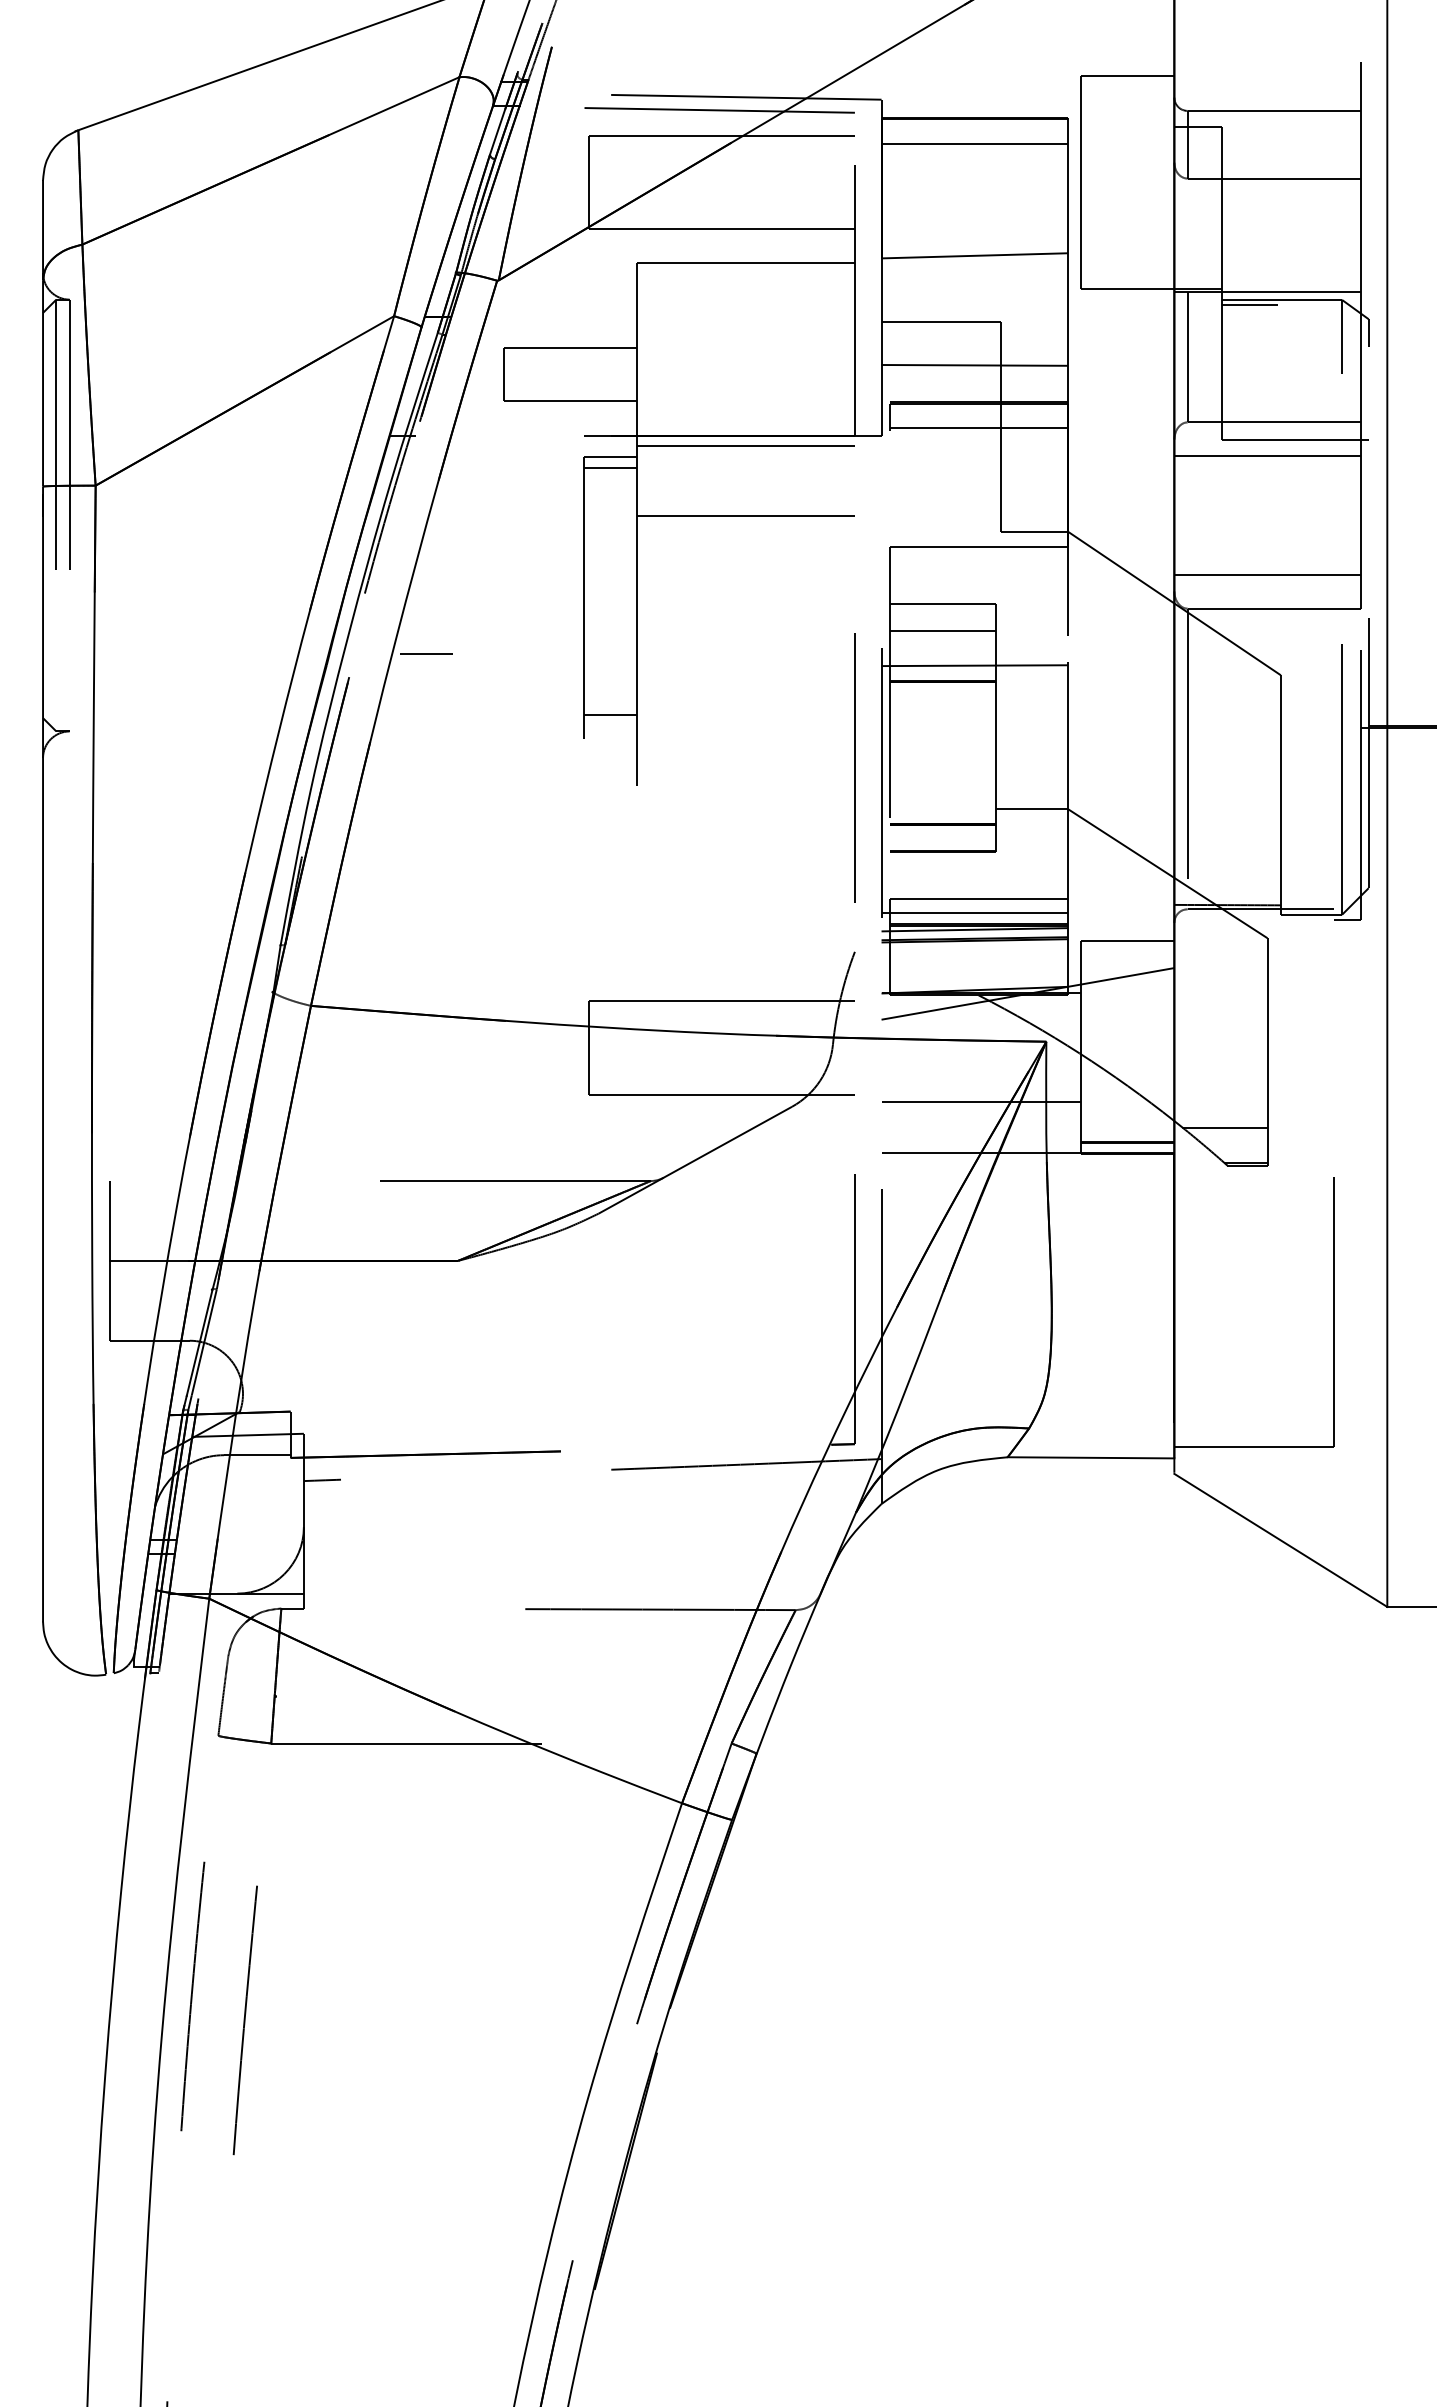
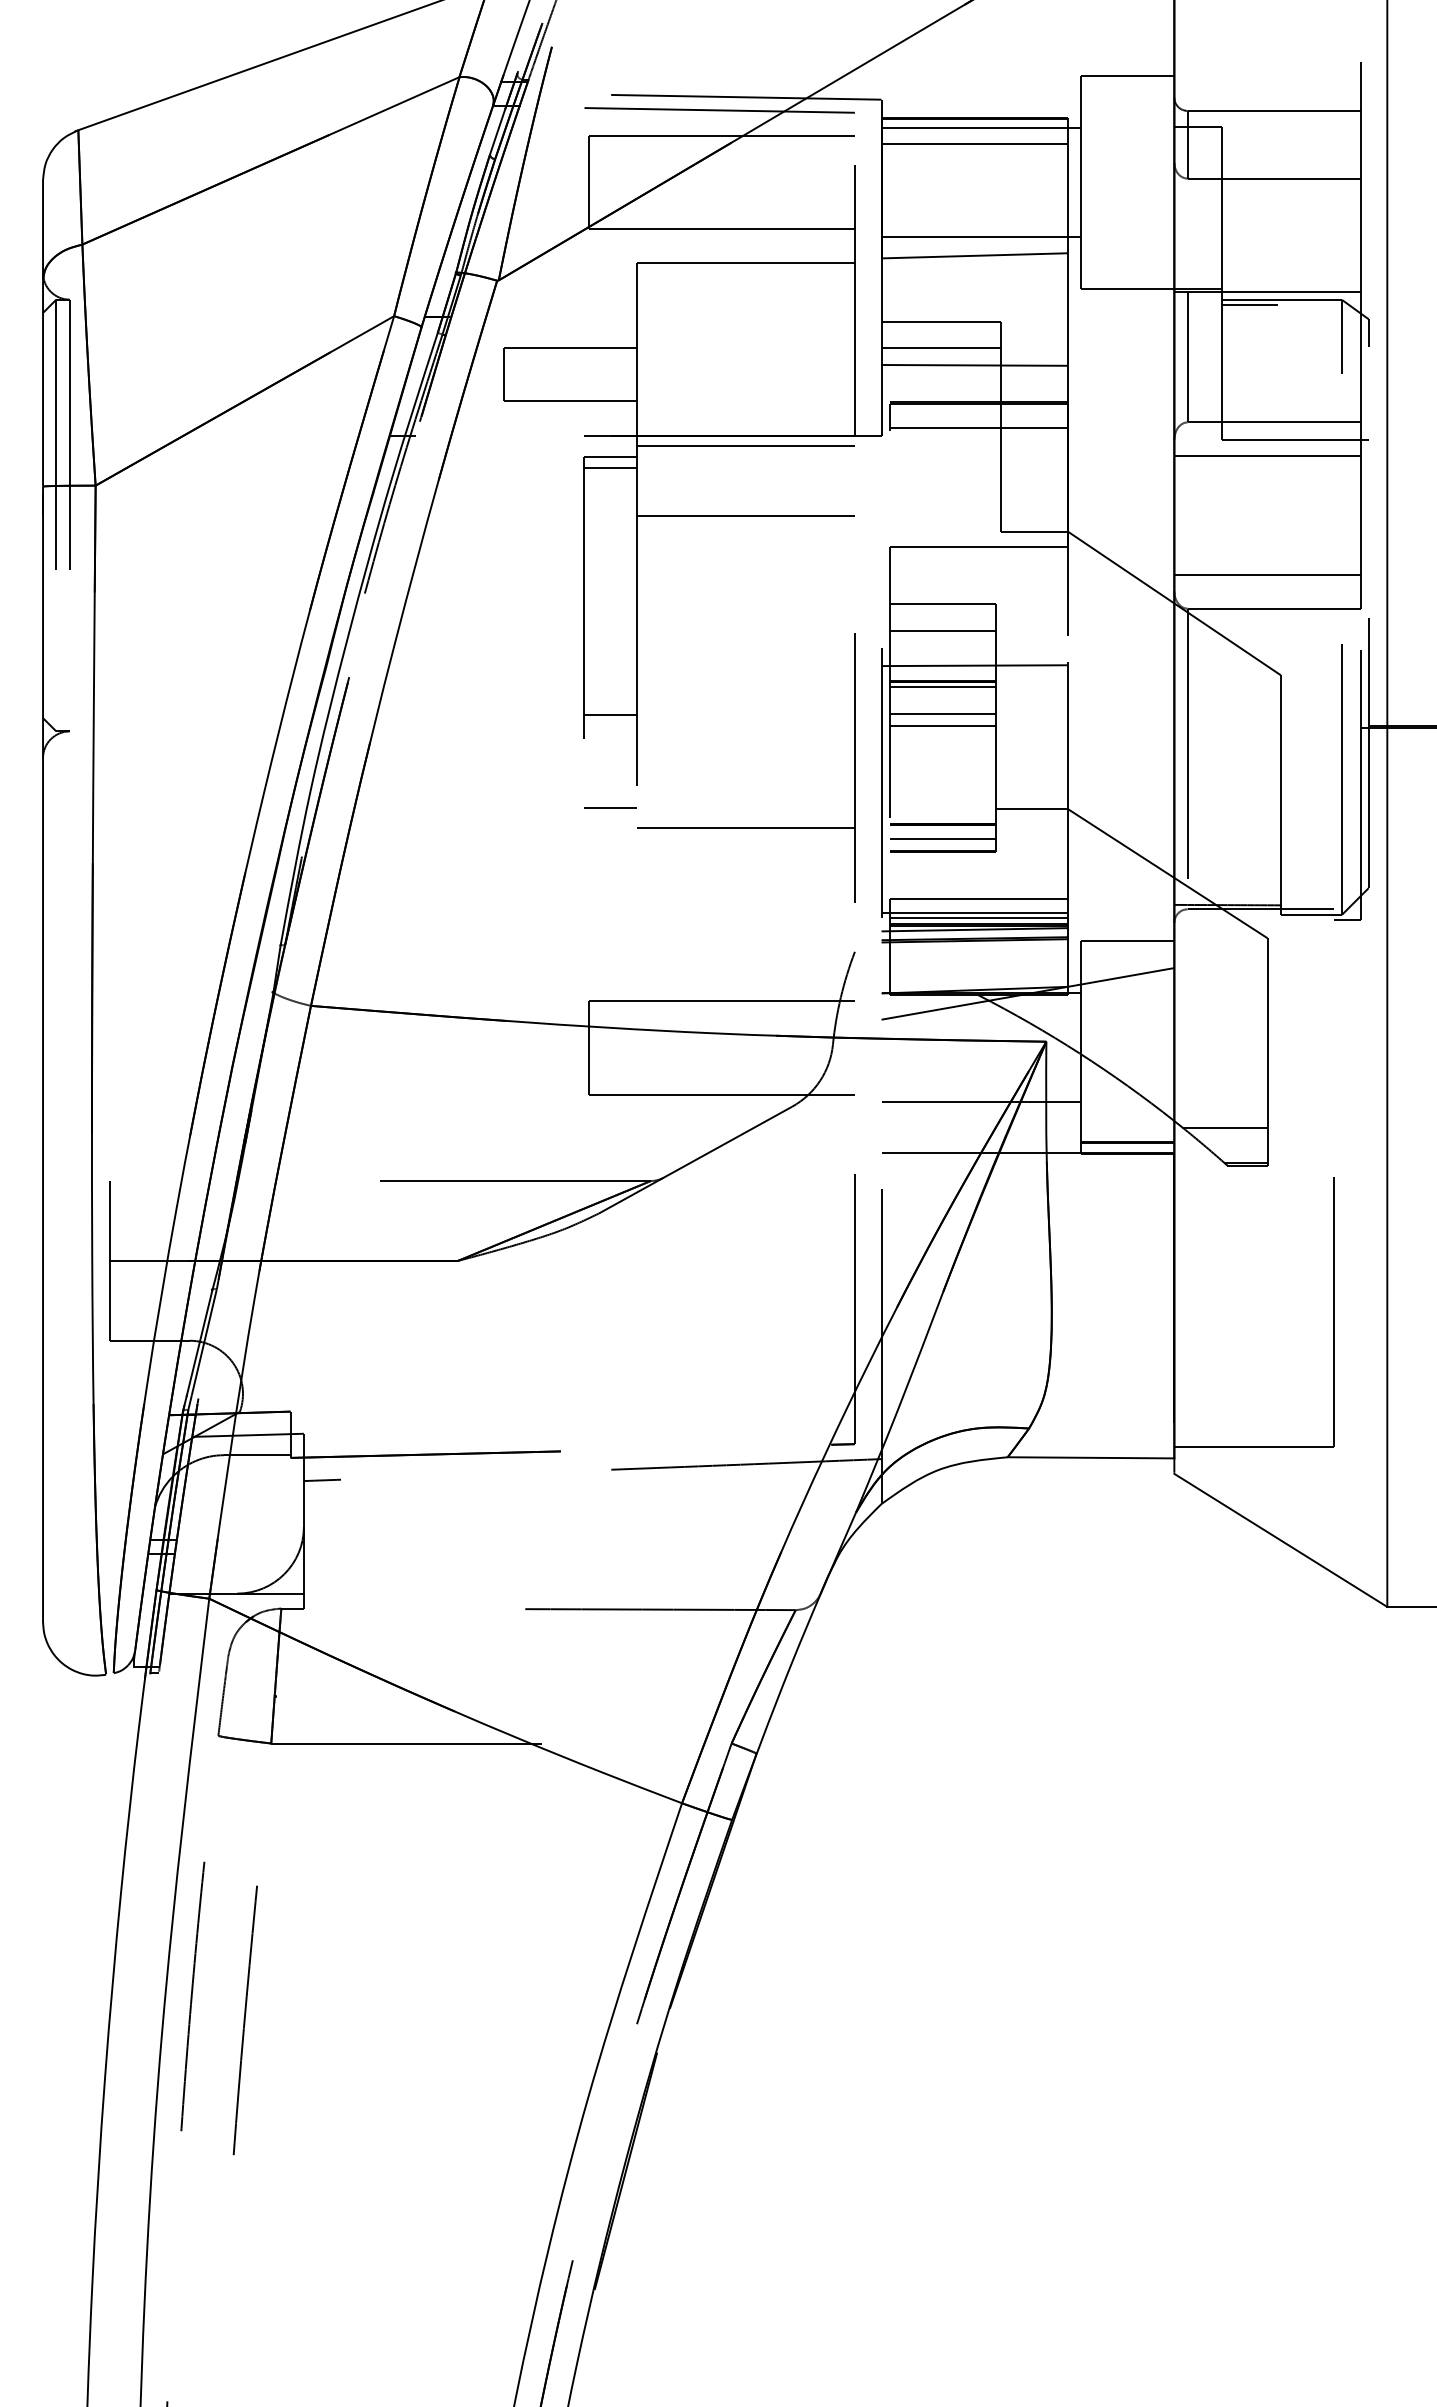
line at (981, 128): none -> present
line at (981, 237): none -> present
line at (941, 348): none -> present
line at (426, 653) position: (426, 653) -> (610, 807)
line at (942, 686): none -> present
line at (942, 714): none -> present
line at (942, 725): none -> present
line at (745, 828): none -> present
line at (942, 838): none -> present
line at (978, 917): none -> present
